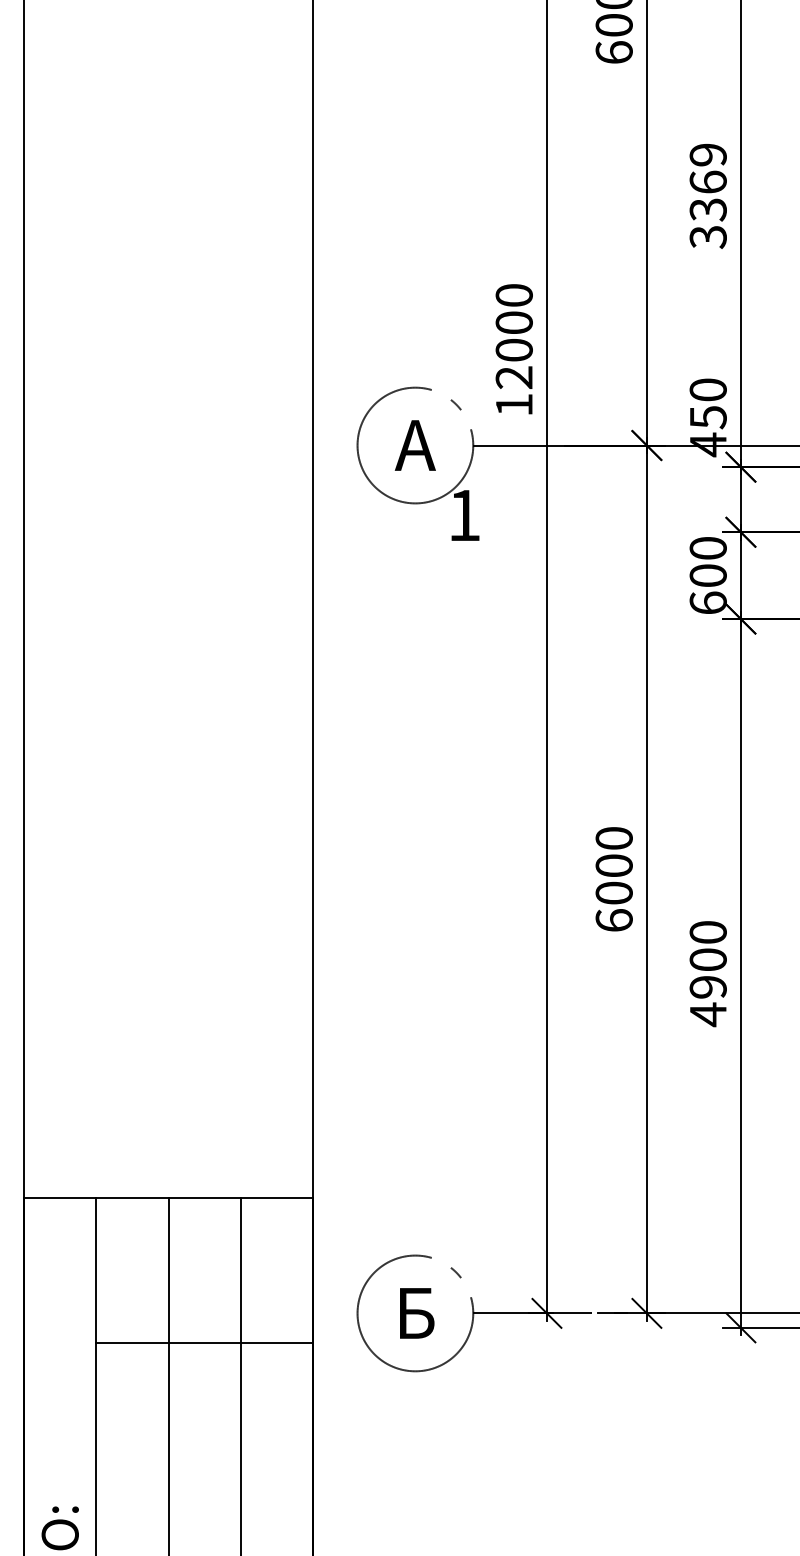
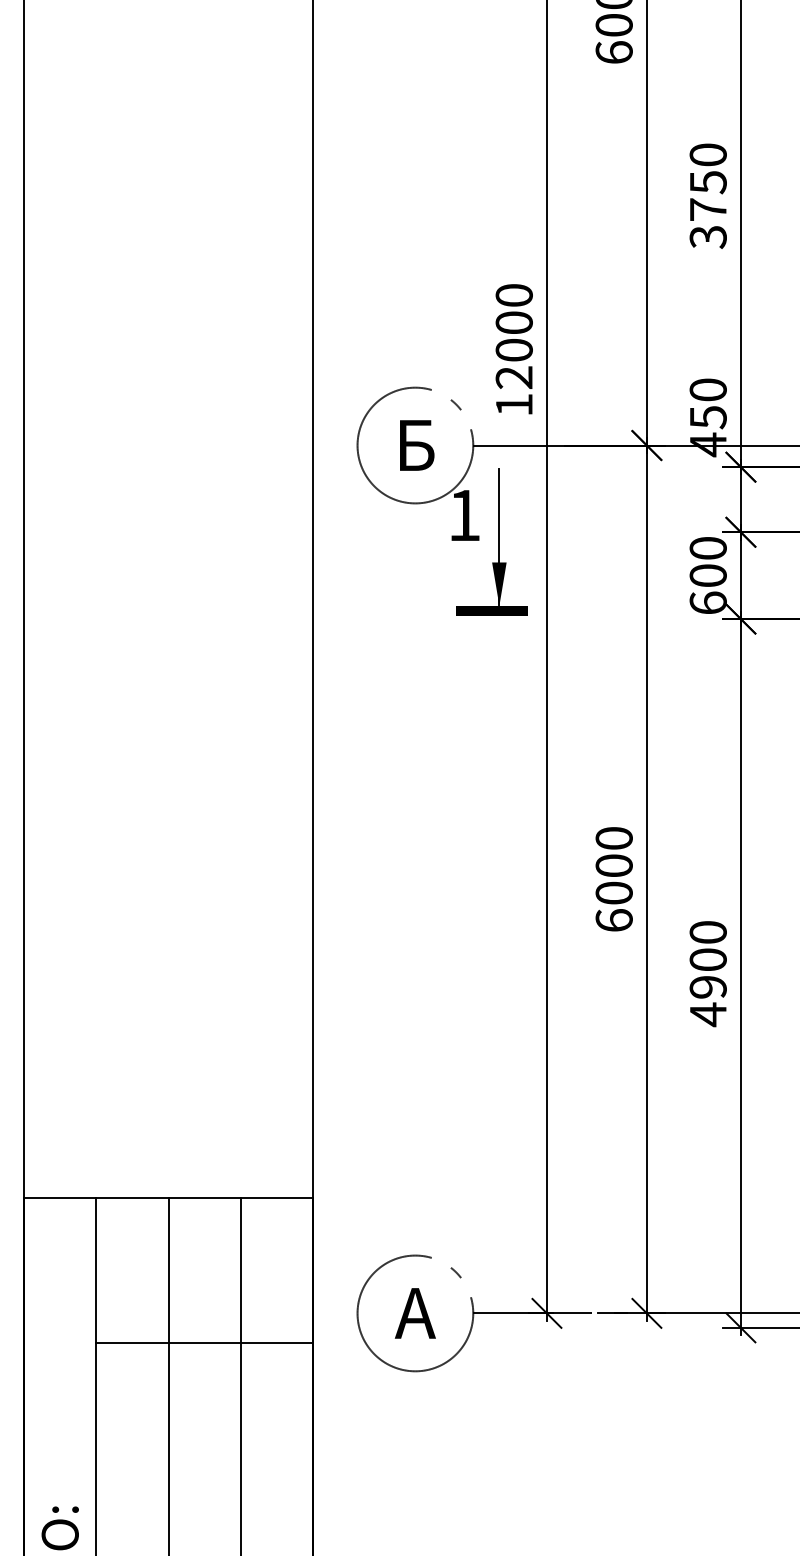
text at (707, 182): 3369 -> 3750
text at (414, 445): А -> Б
part at (498, 541): none -> present
text at (414, 1313): Б -> А
